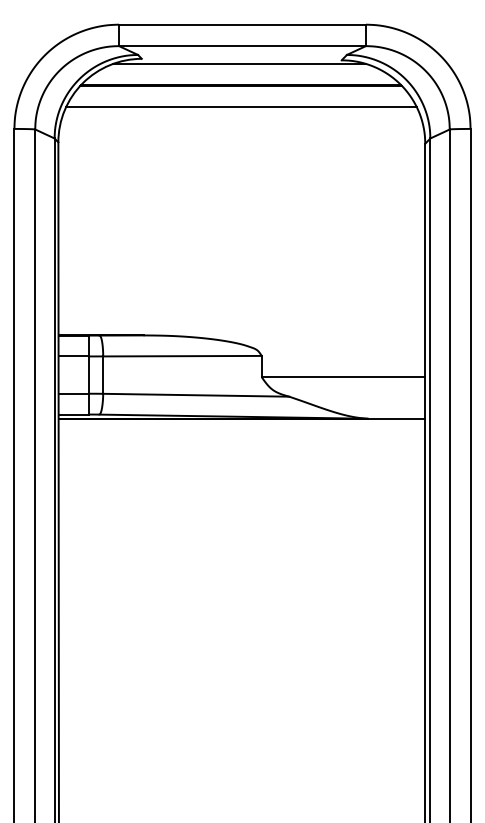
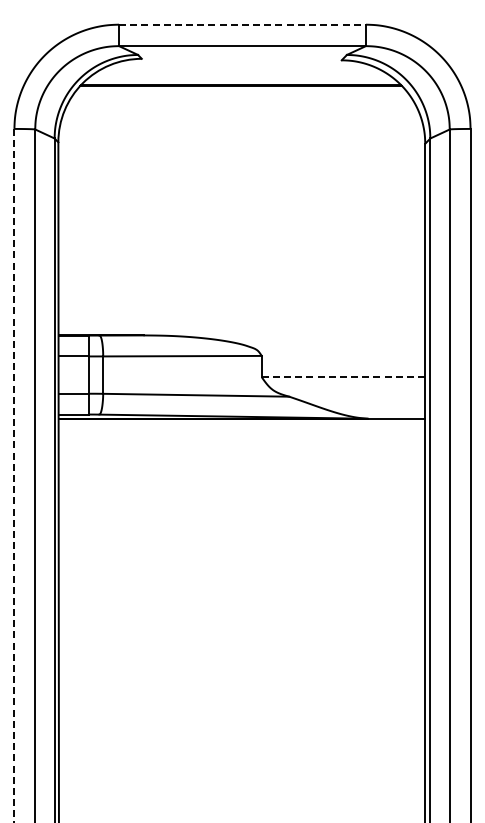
line at (243, 24): solid -> dashed
line at (239, 64): present -> none
line at (241, 106): present -> none
line at (343, 377): solid -> dashed
line at (14, 475): solid -> dashed
